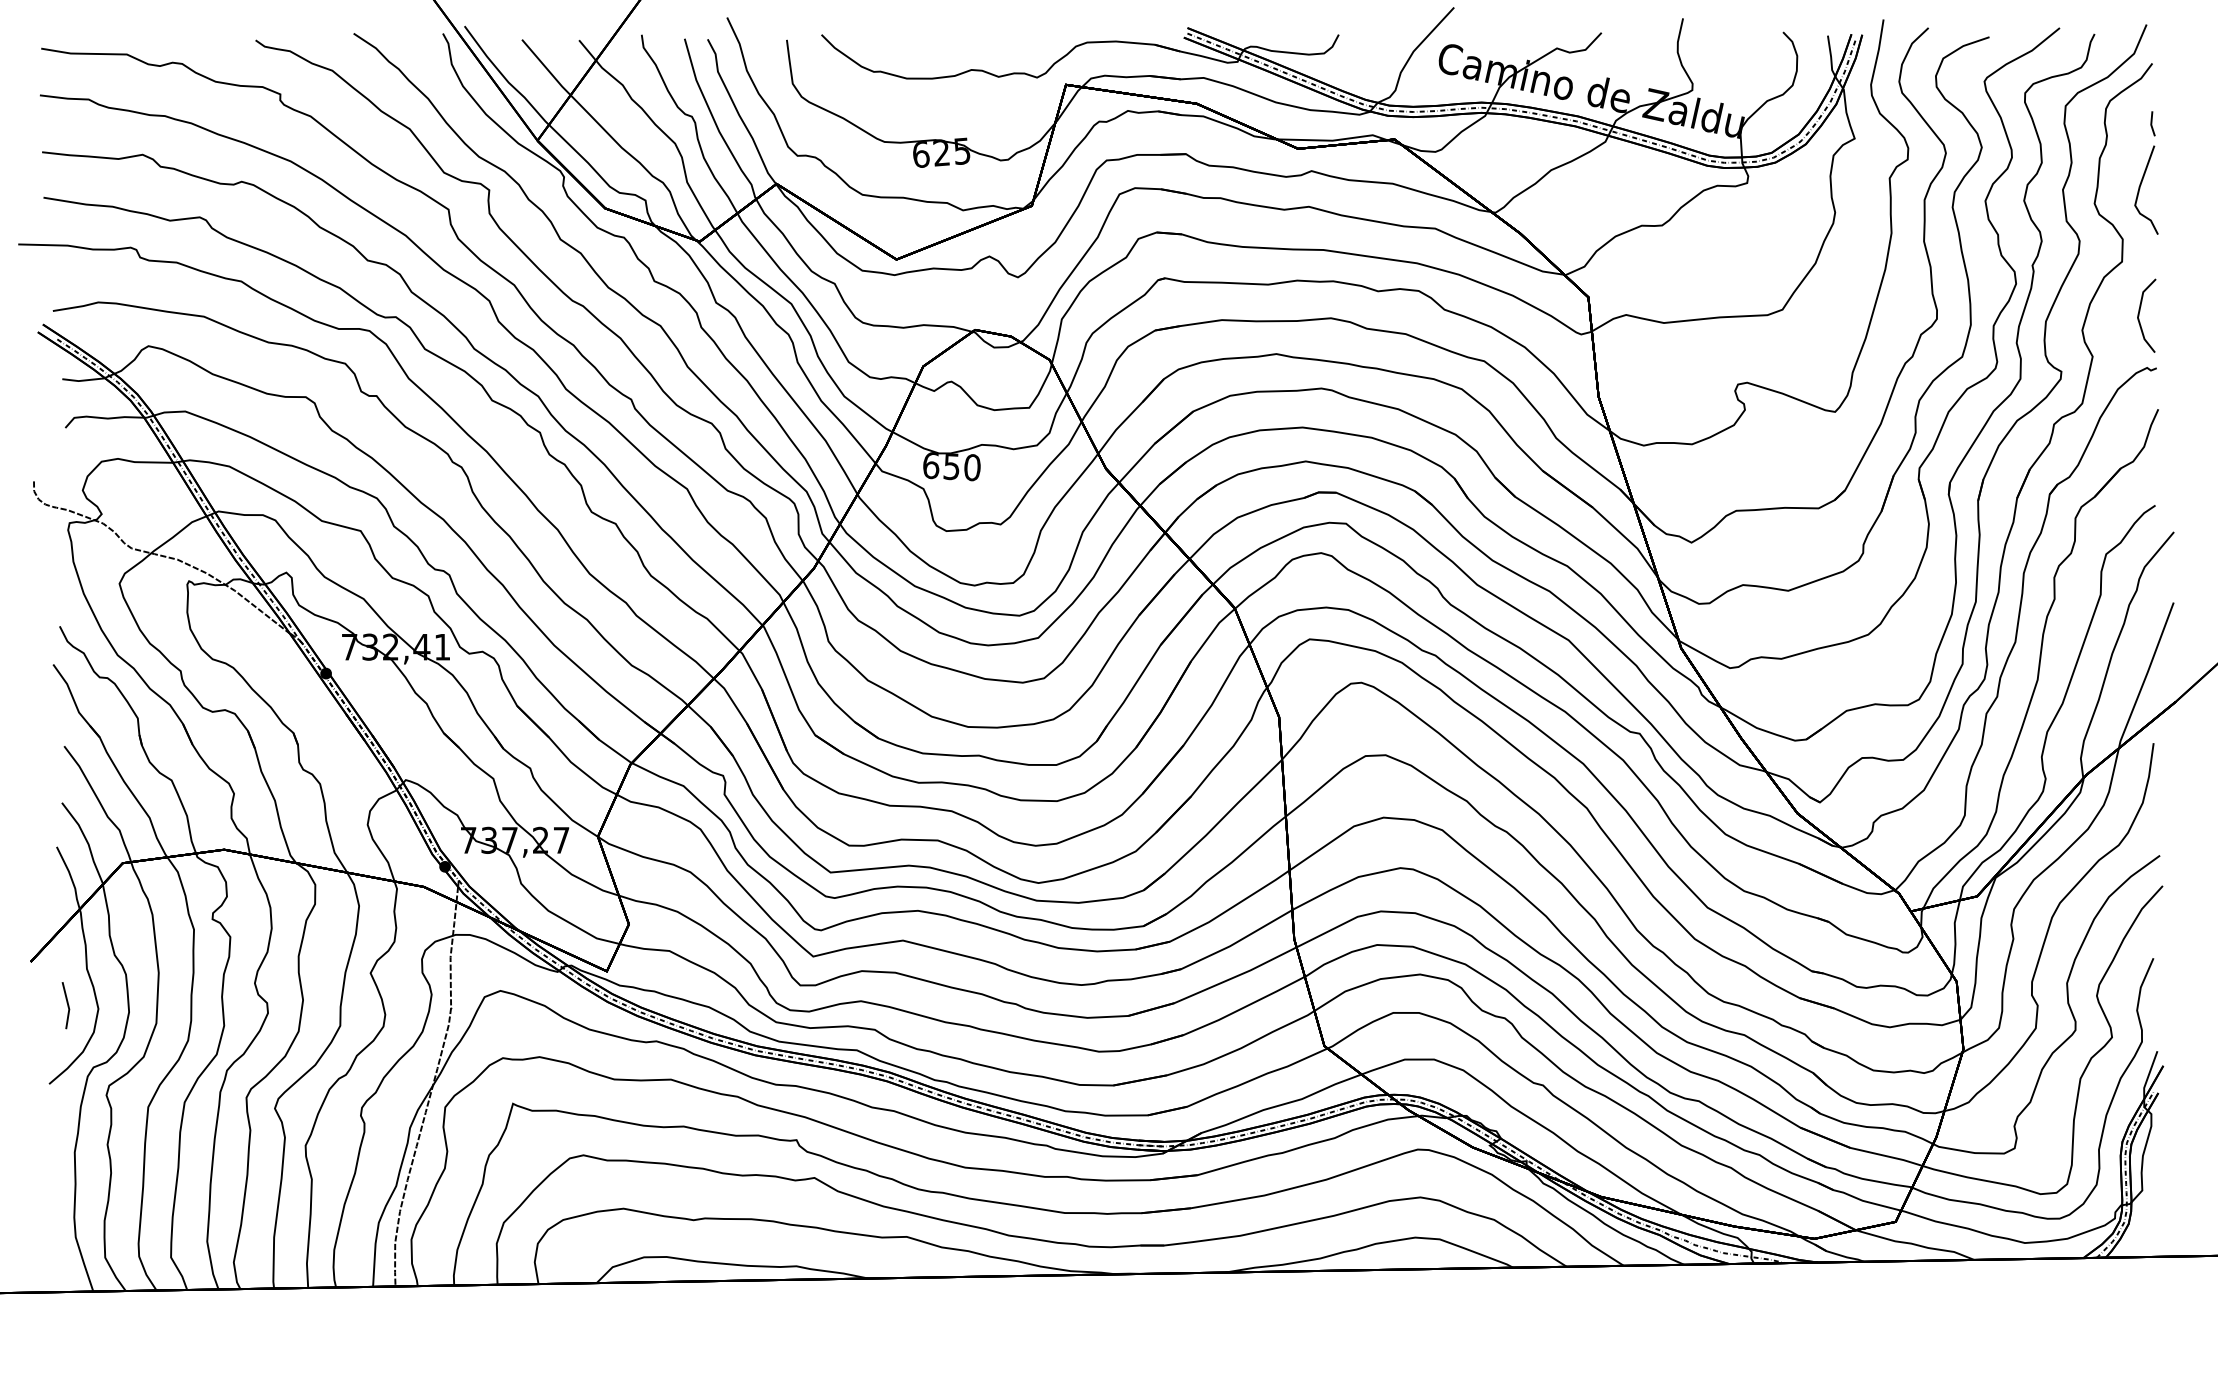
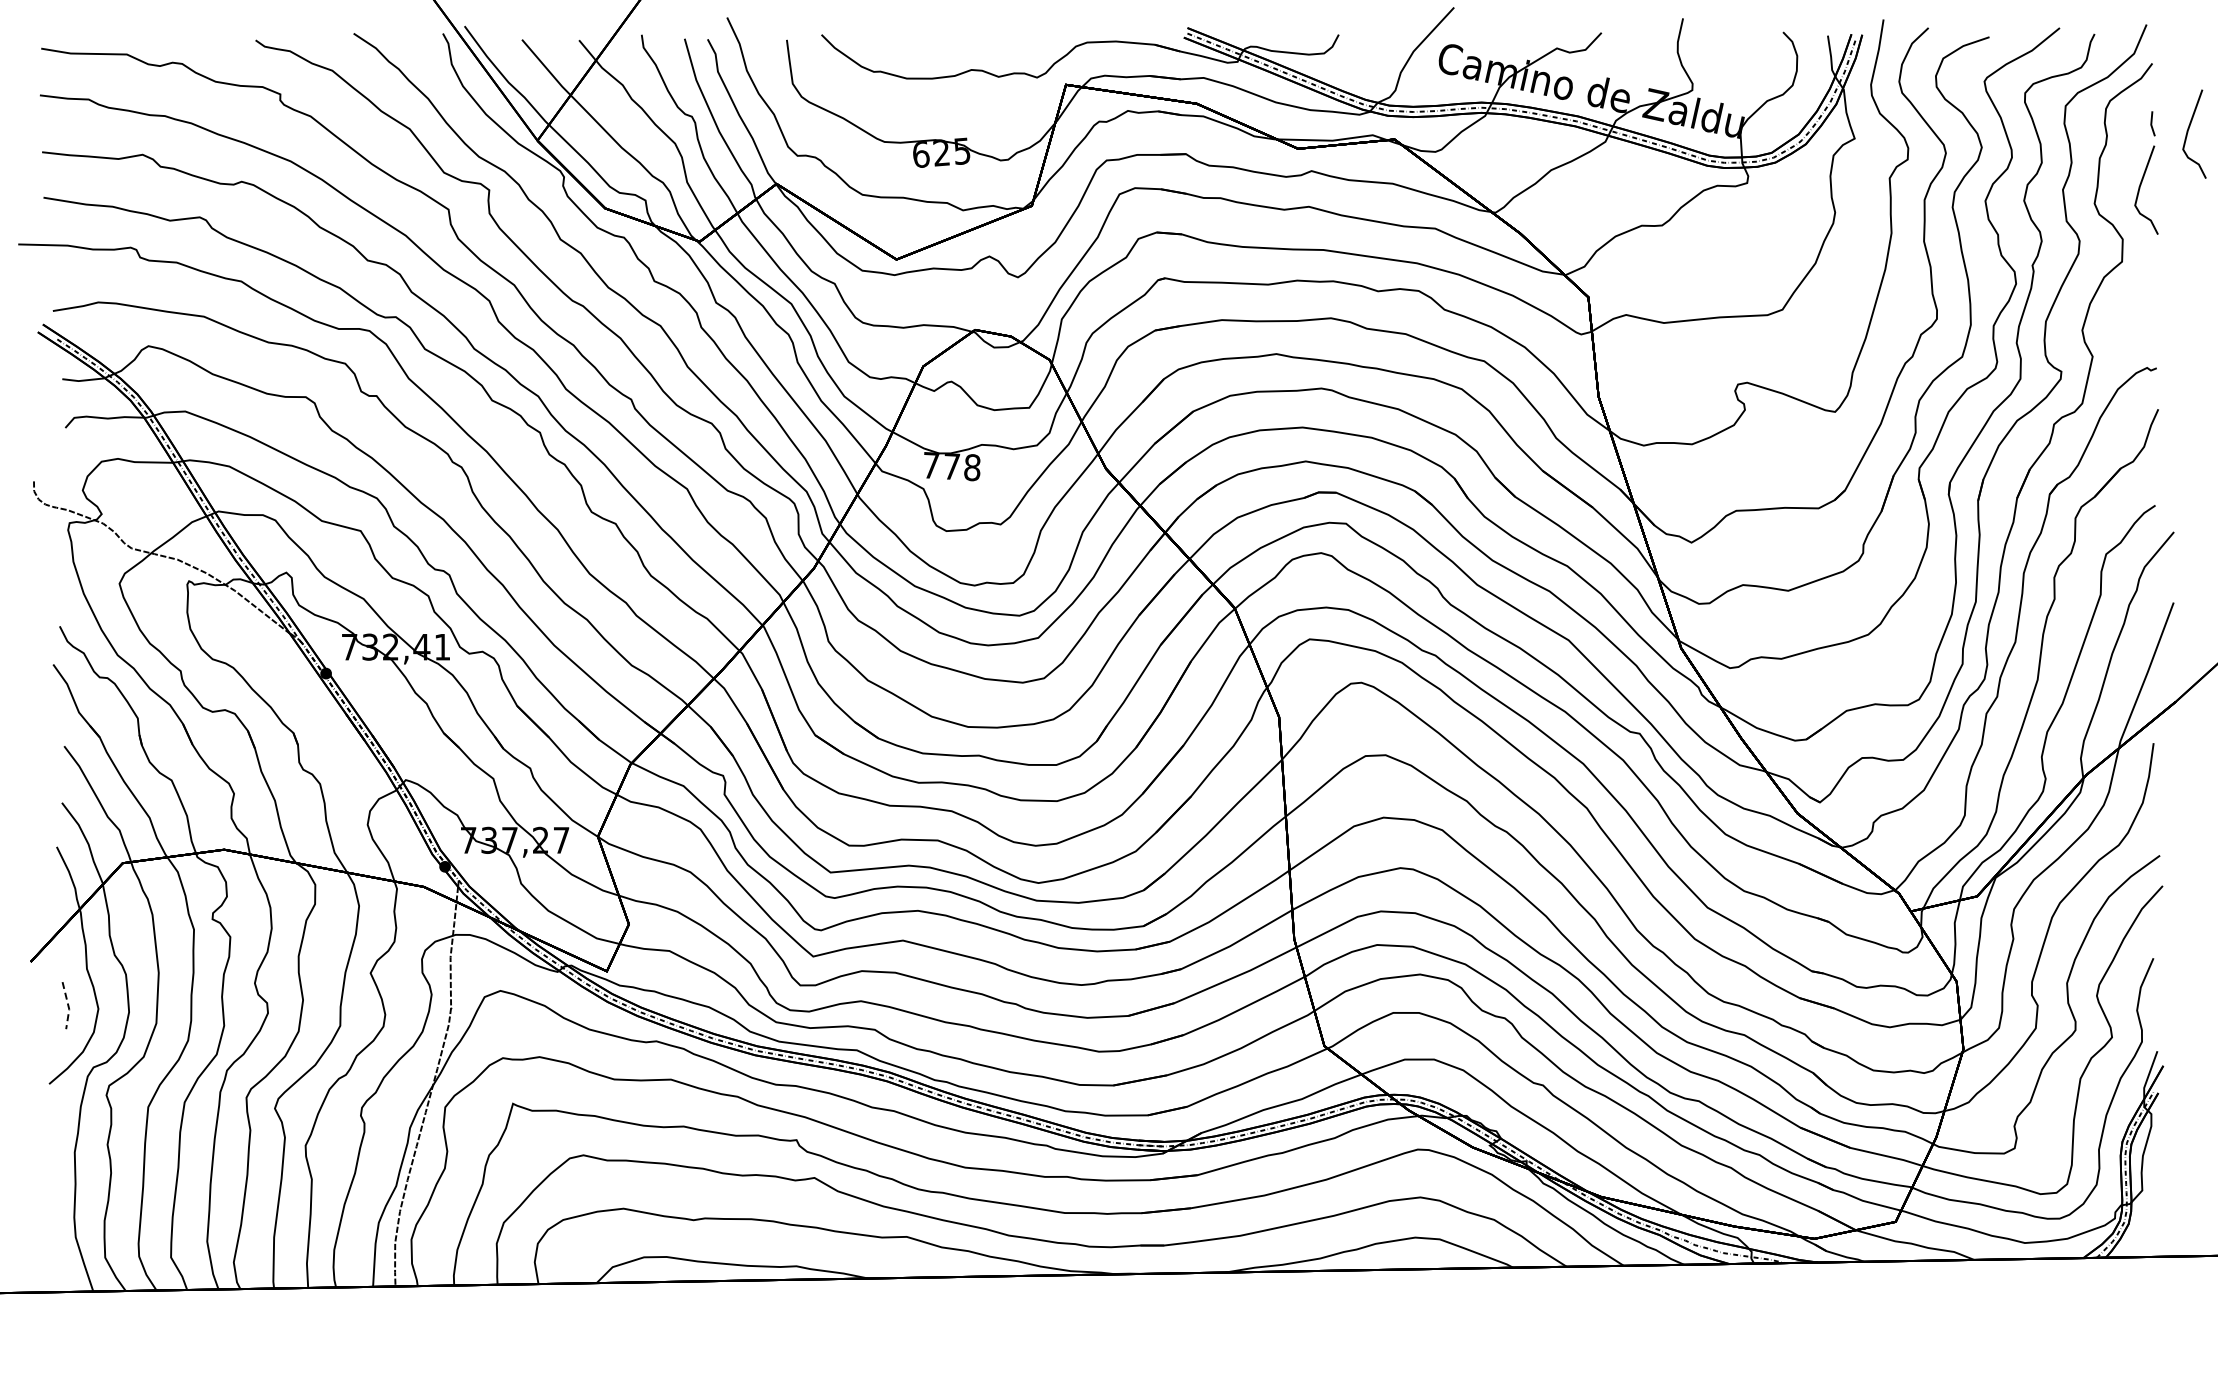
curve at (2188, 132): none -> present
line at (2139, 315): present -> none
text at (951, 466): 650 -> 778
line at (68, 1006): solid -> dashed
